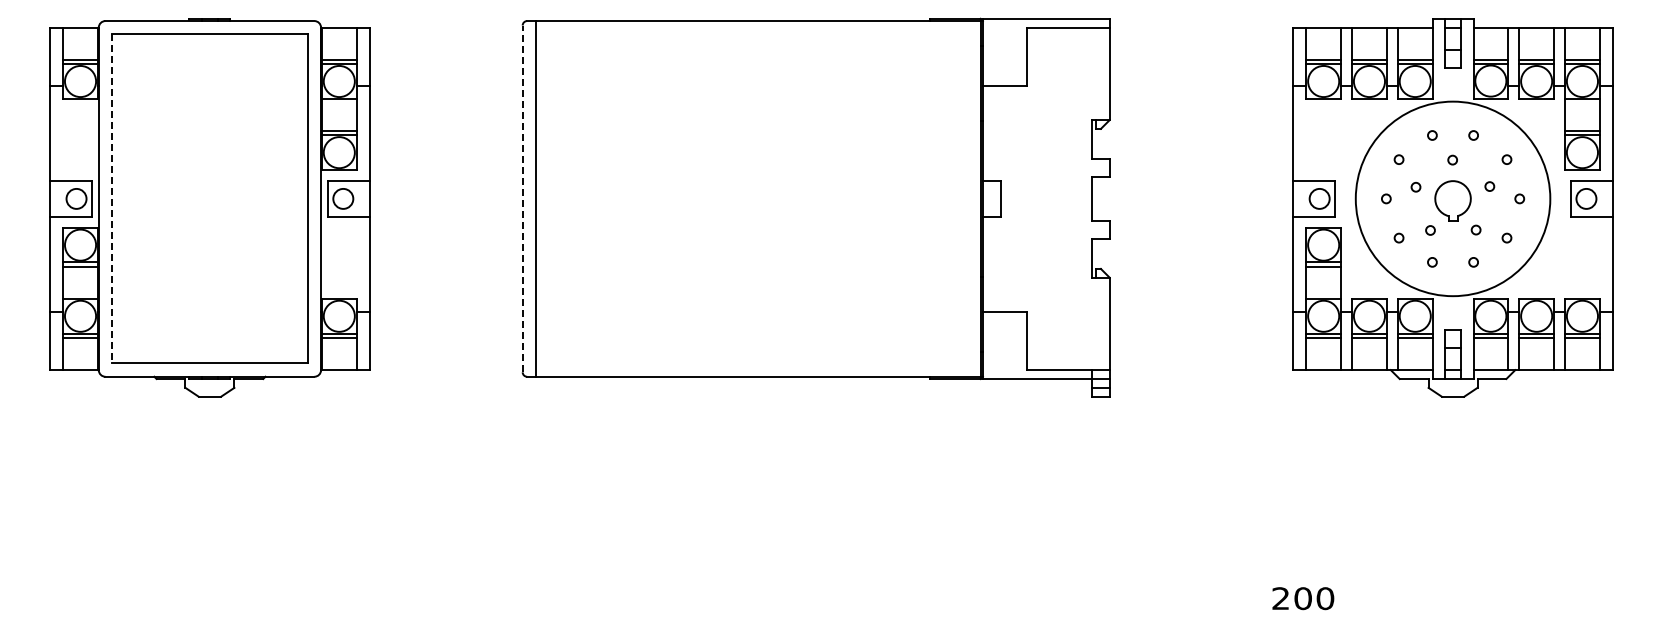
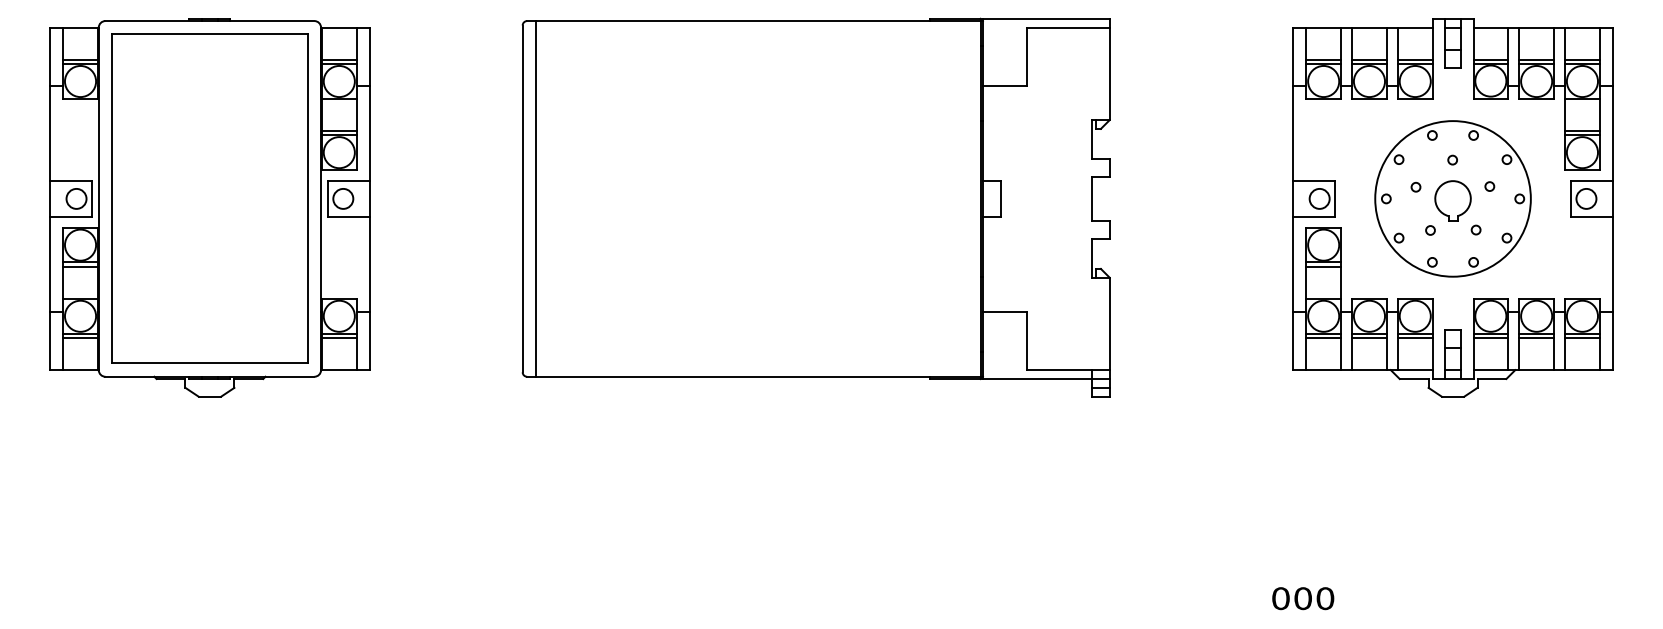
line at (112, 198): dashed -> solid
line at (522, 198): dashed -> solid
circle at (1452, 198) diameter: 195 px -> 156 px
text at (1280, 598): 200 -> 000
